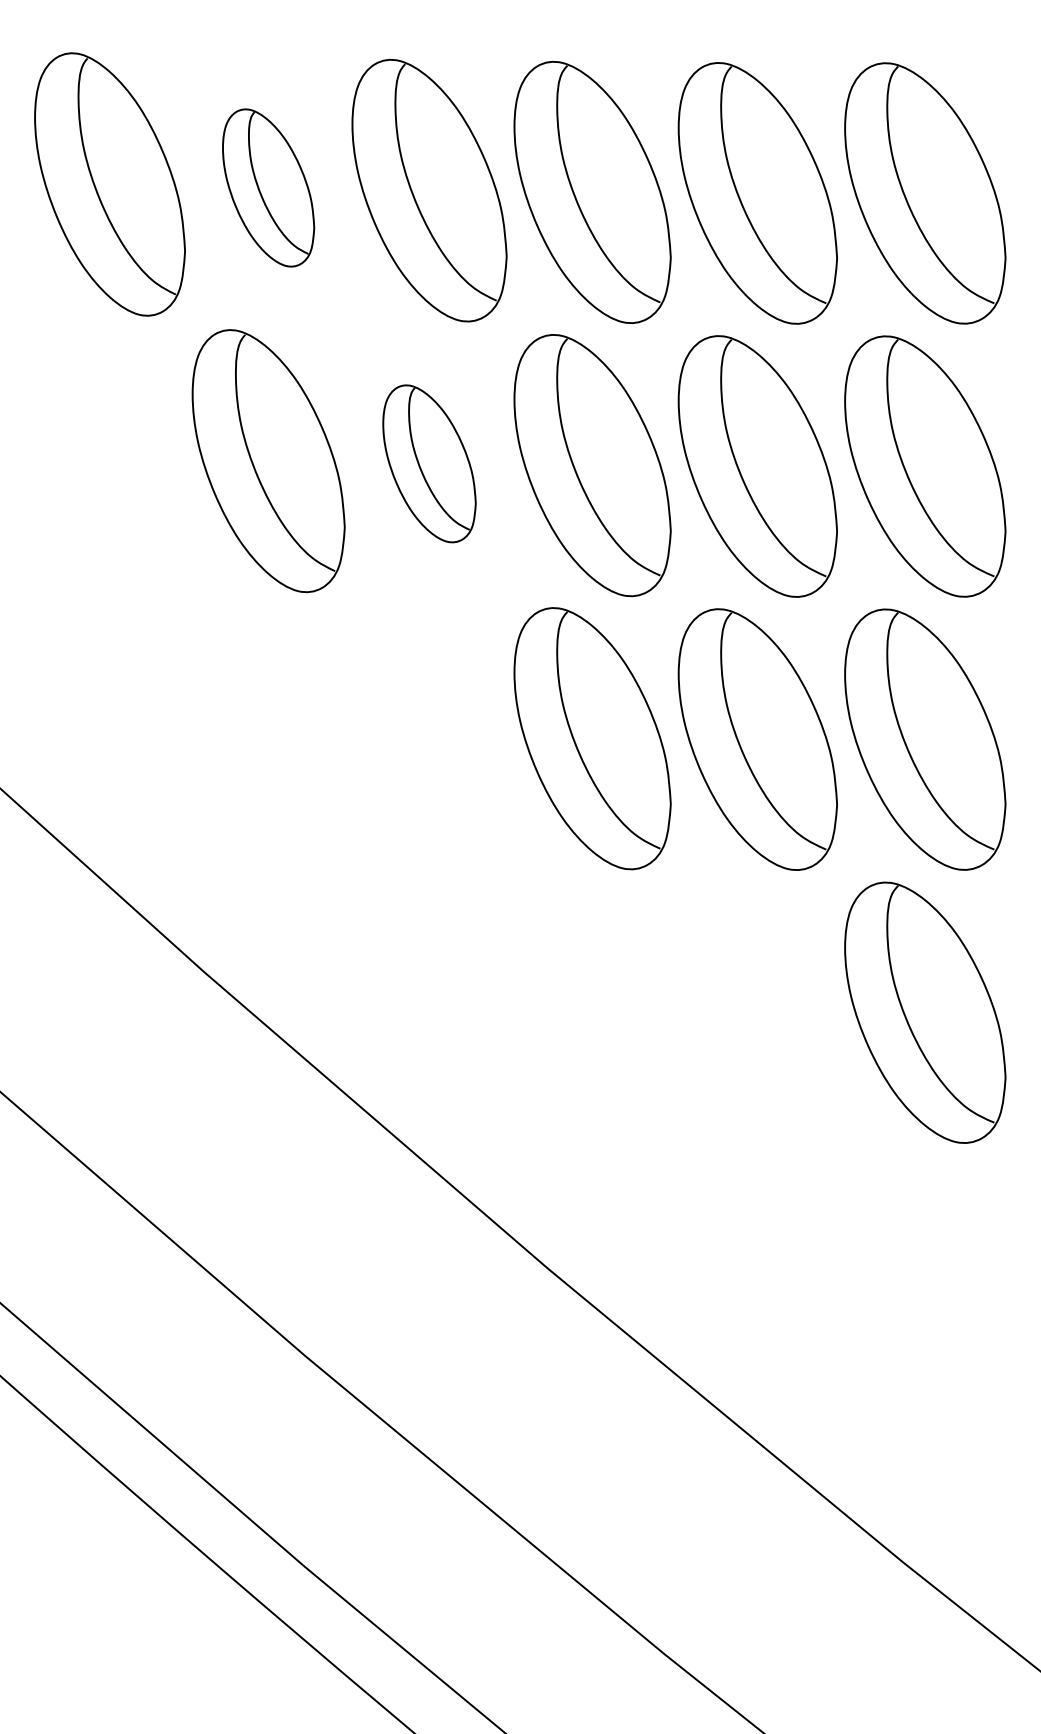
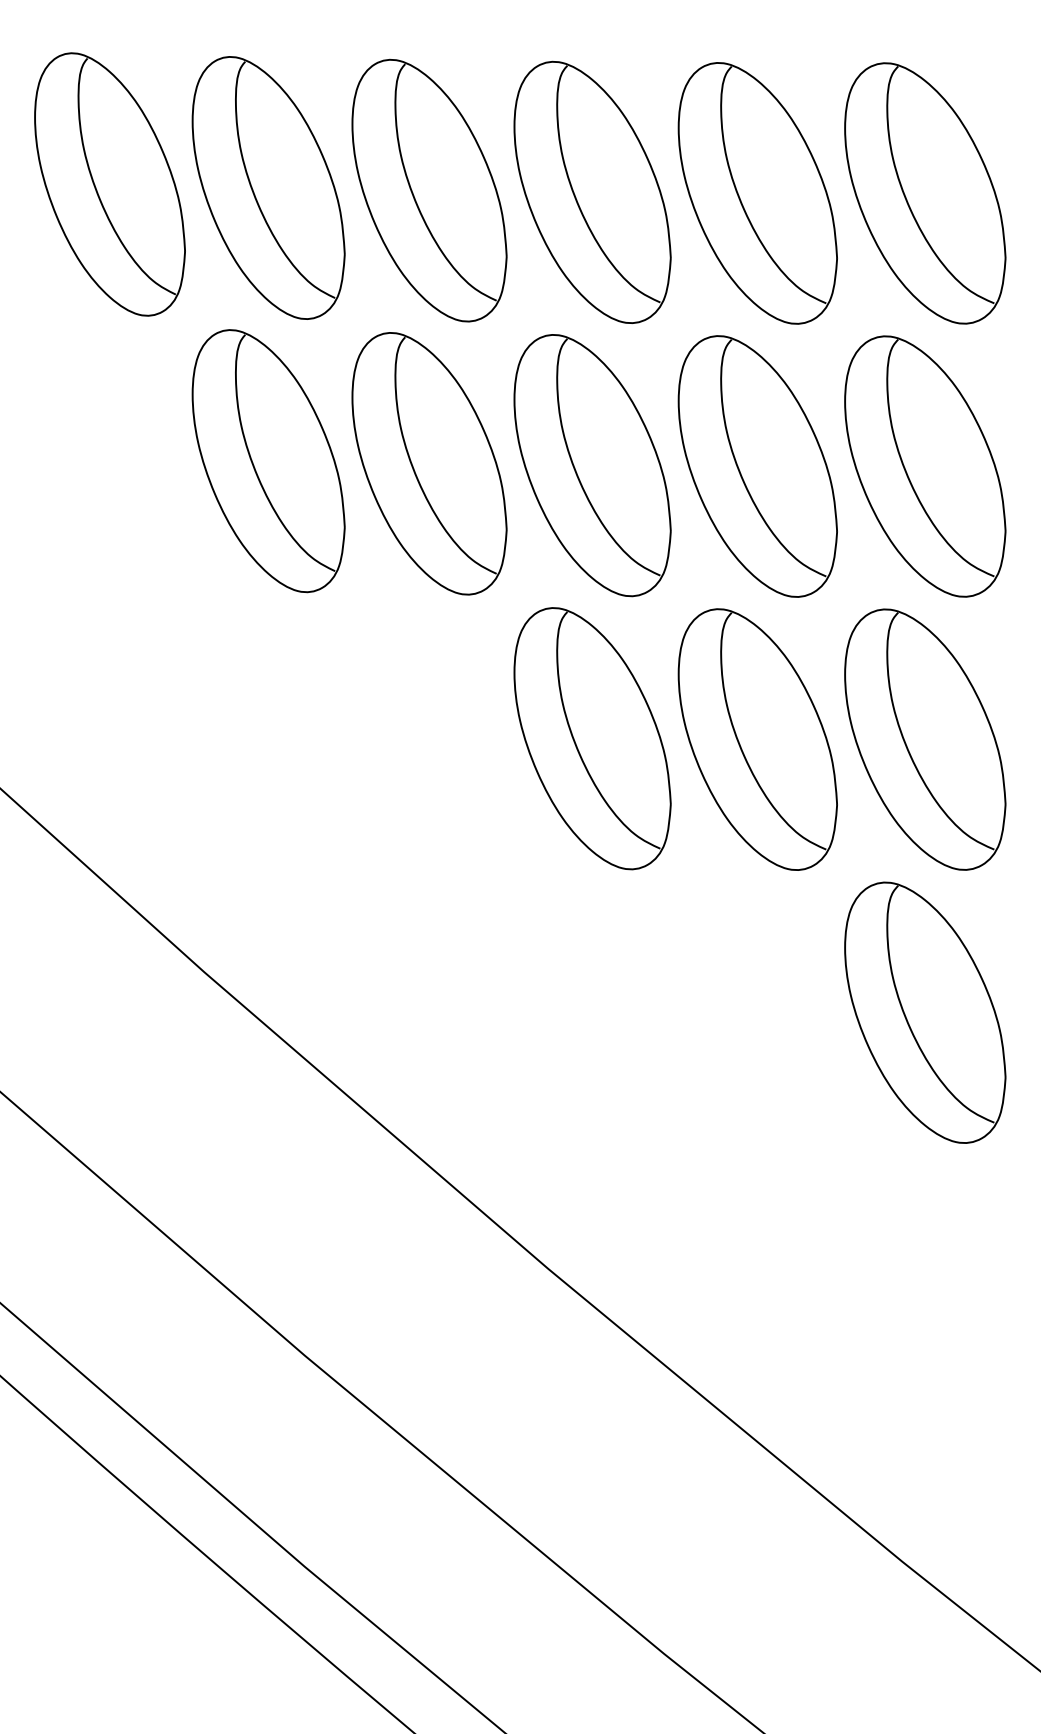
part at (268, 187) size: 94x160 px -> 155x264 px
part at (429, 463) size: 95x160 px -> 157x264 px
